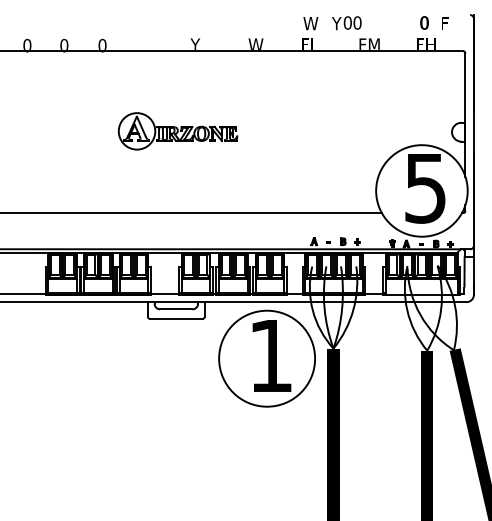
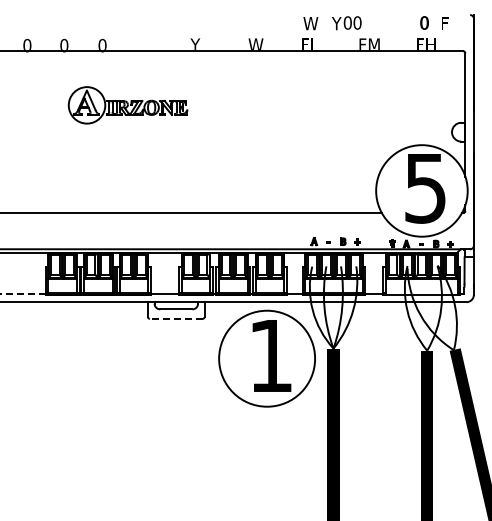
part at (177, 131) position: (177, 131) -> (127, 105)
line at (22, 293): solid -> dashed
line at (175, 318): solid -> dashed
